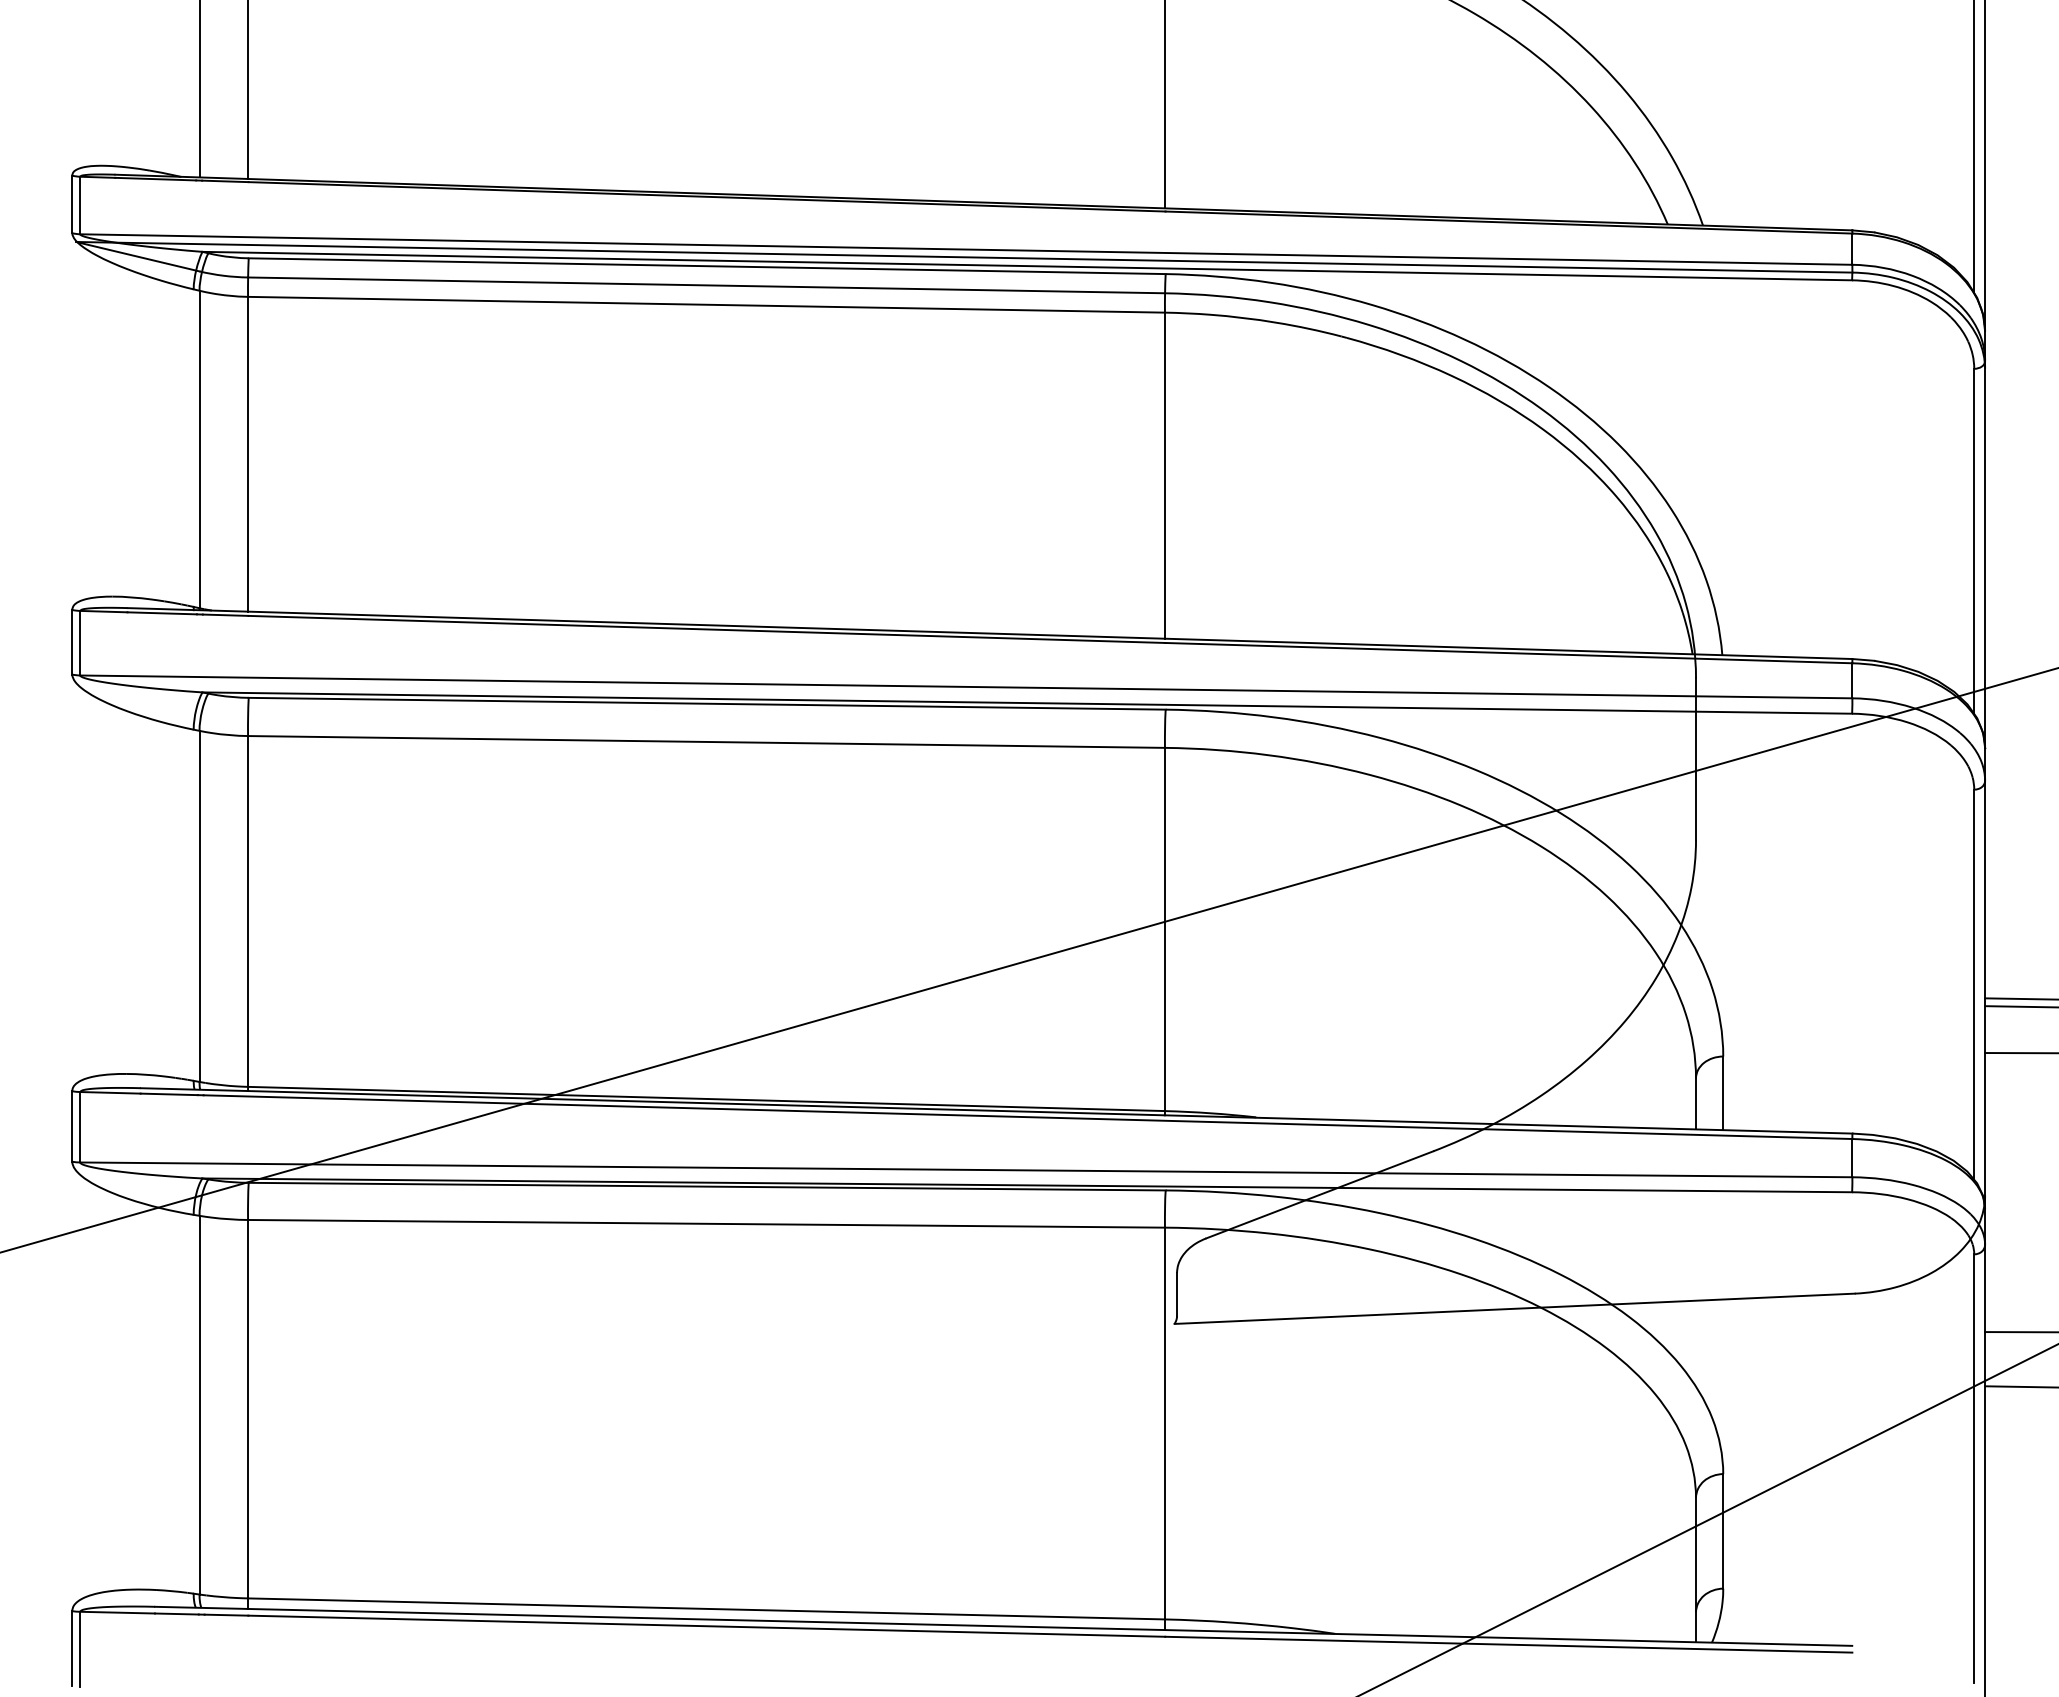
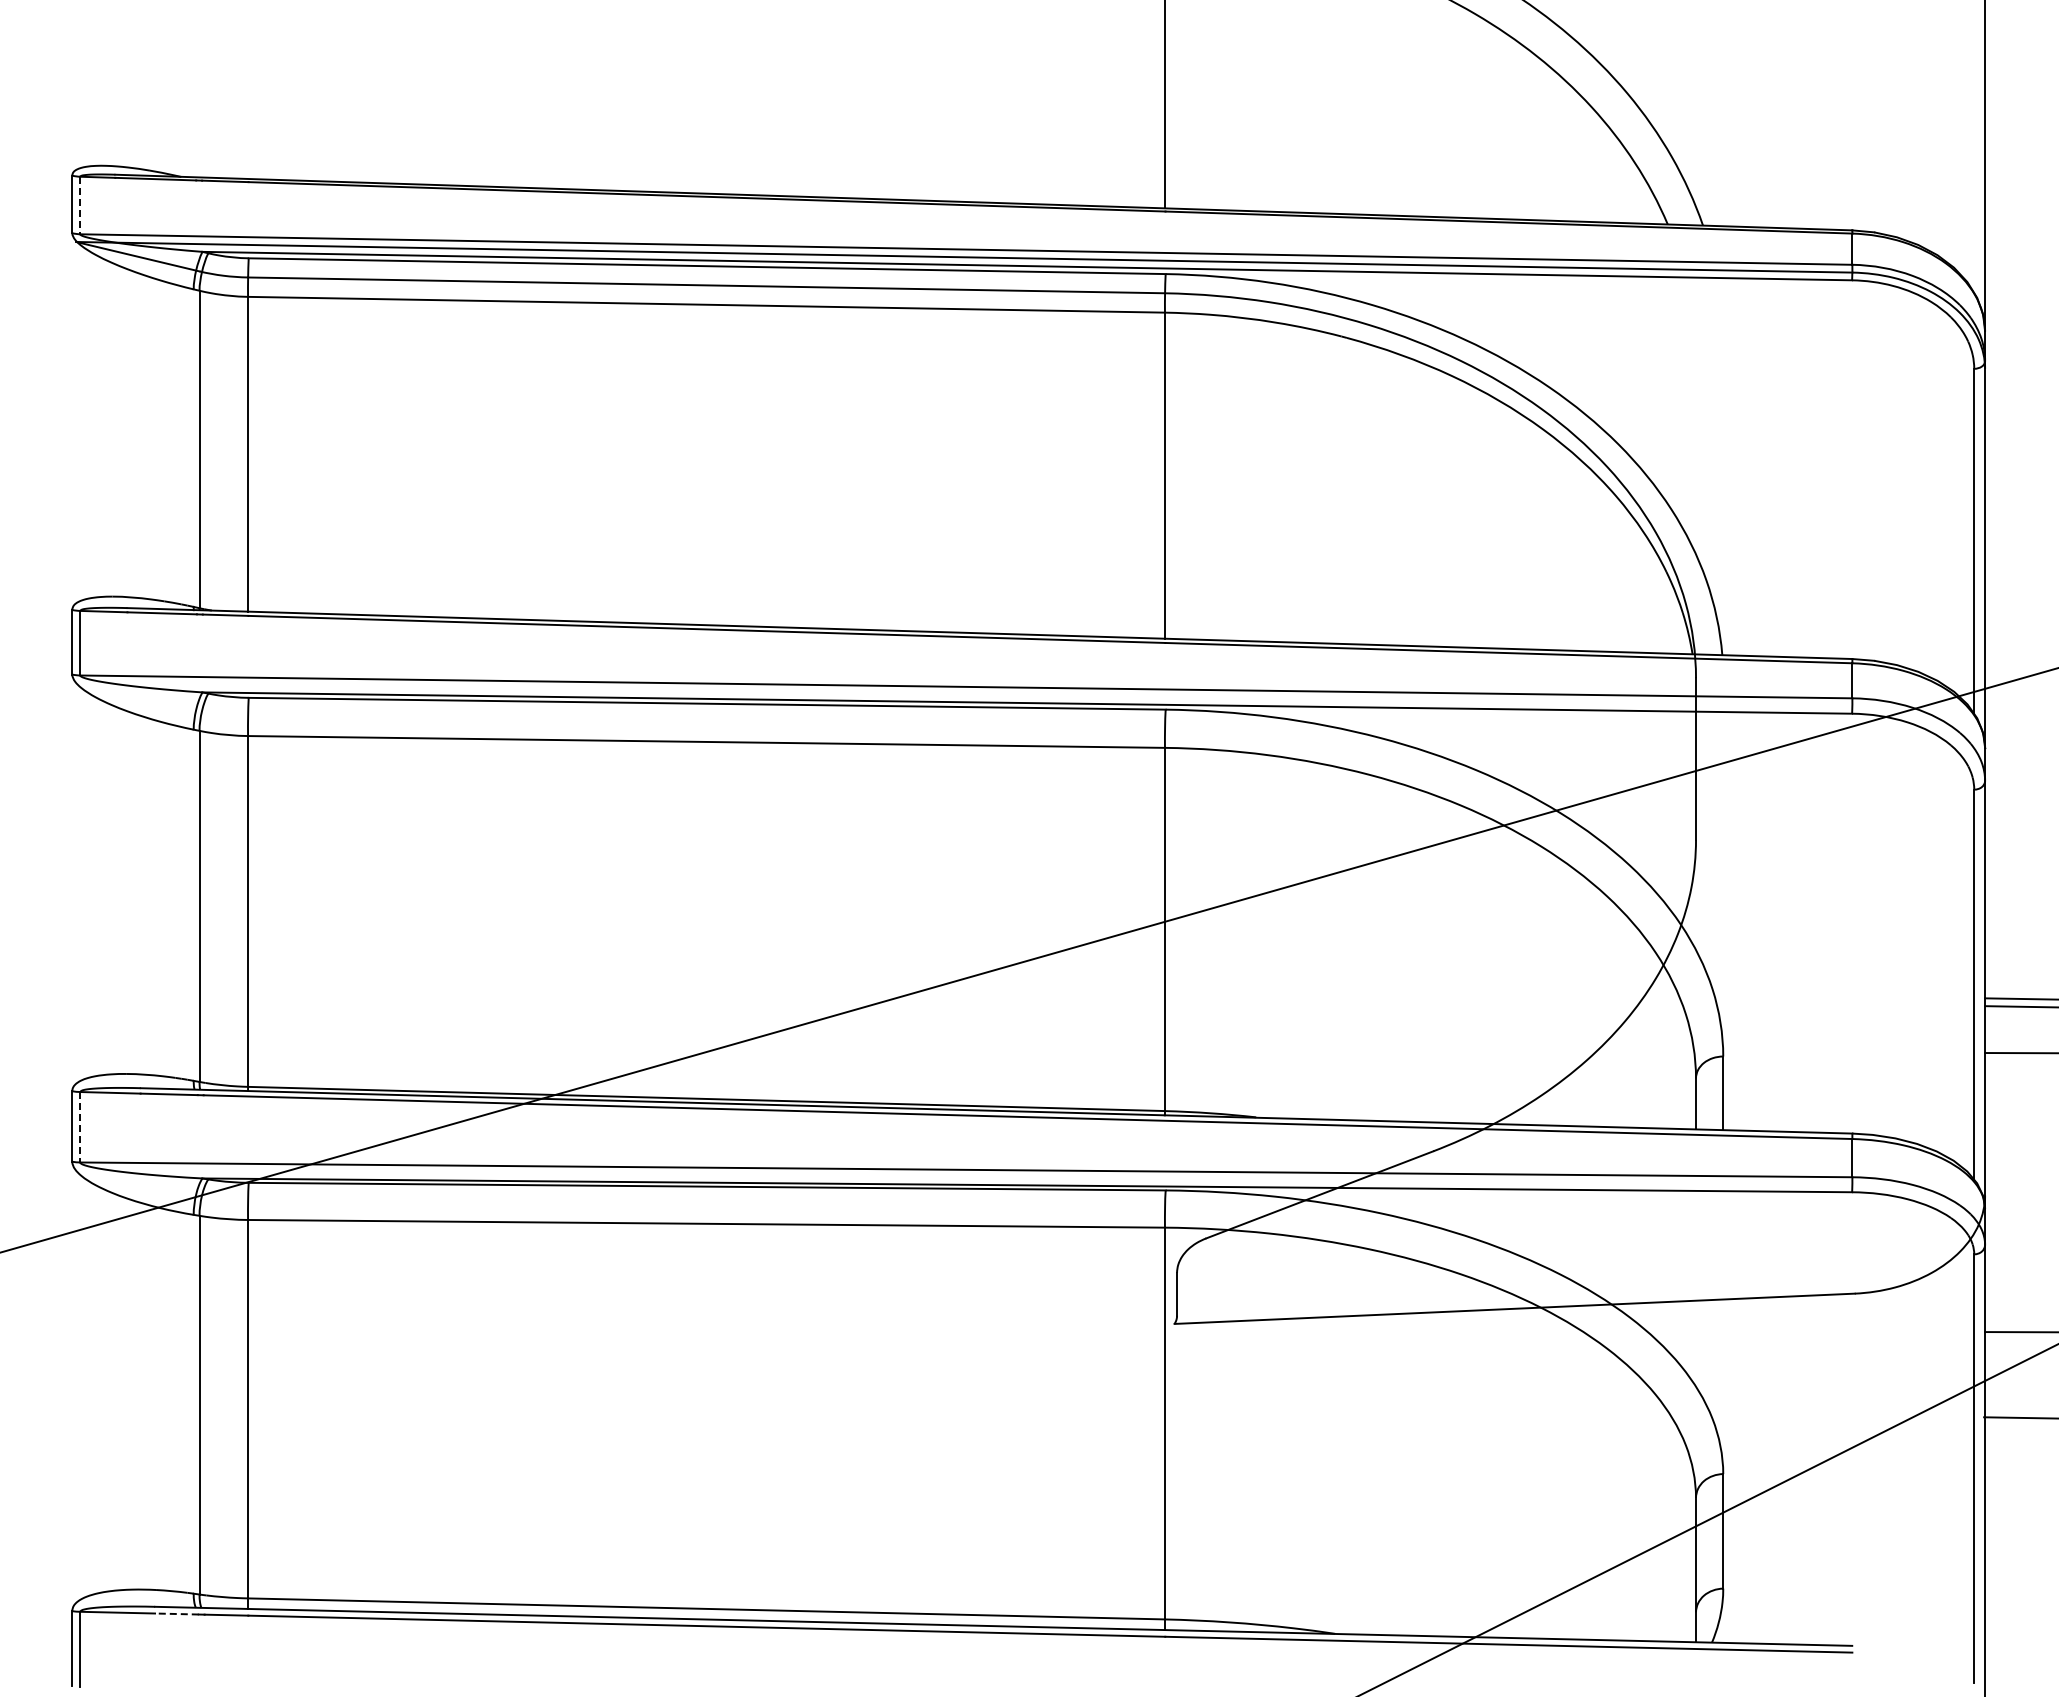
line at (199, 89): present -> none
line at (248, 90): present -> none
line at (1974, 147): present -> none
line at (80, 205): solid -> dashed
line at (80, 1127): solid -> dashed
line at (2020, 1386) position: (2020, 1386) -> (2019, 1417)
line at (176, 1614): solid -> dashed
